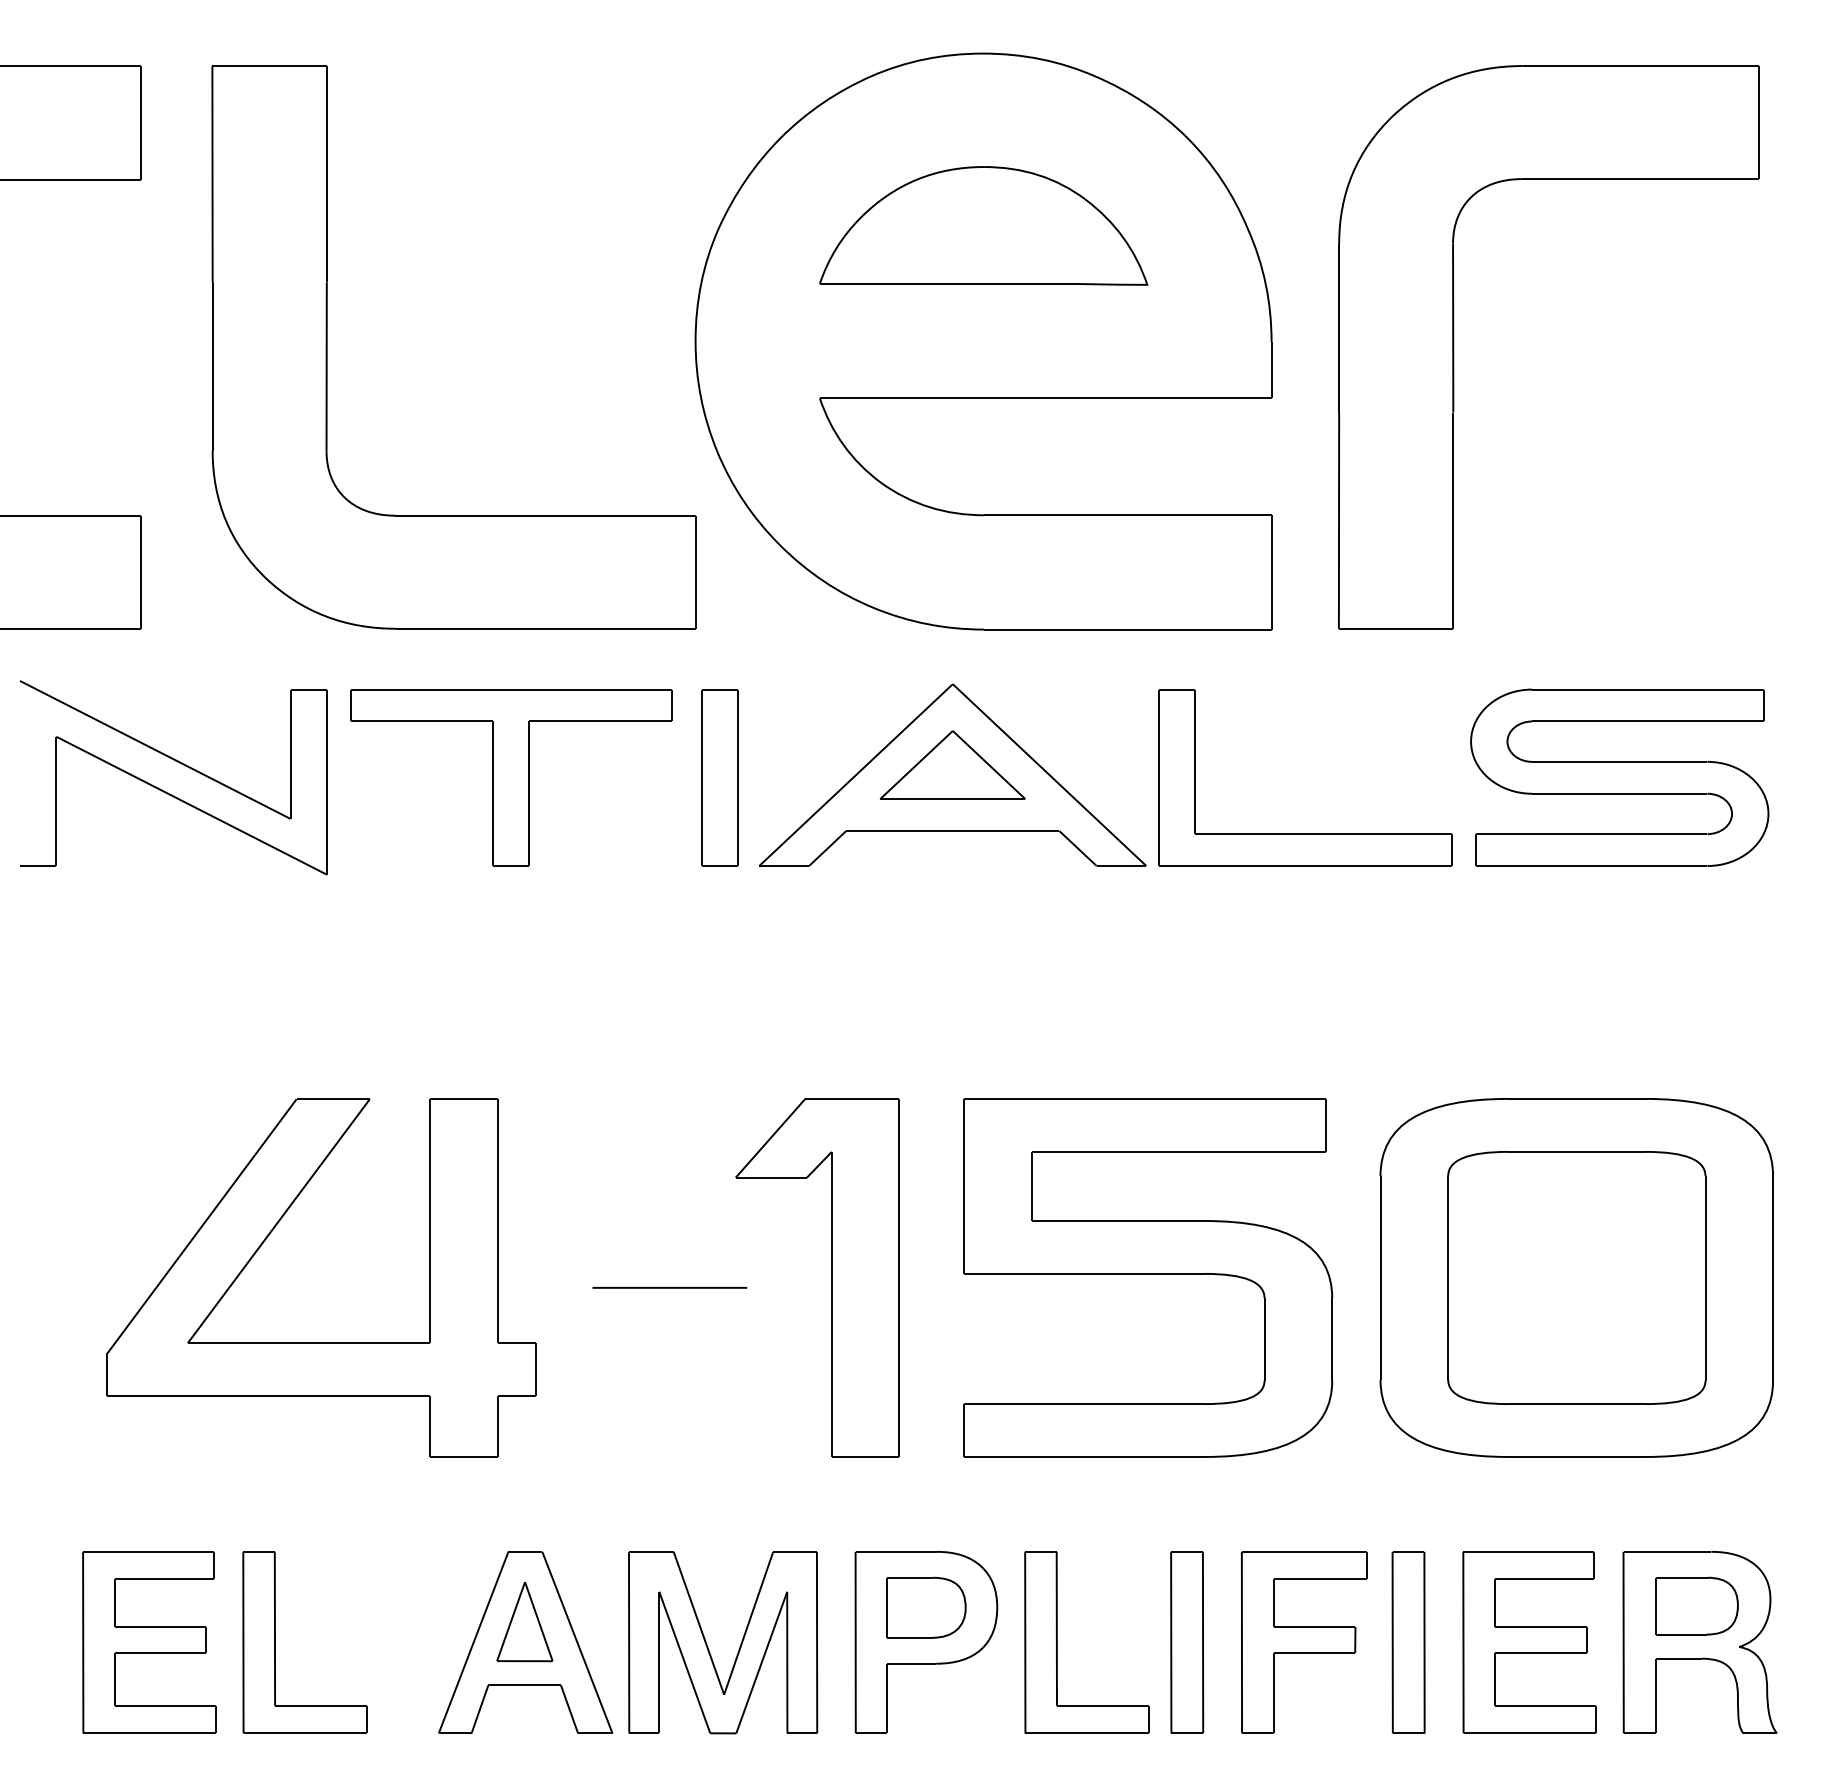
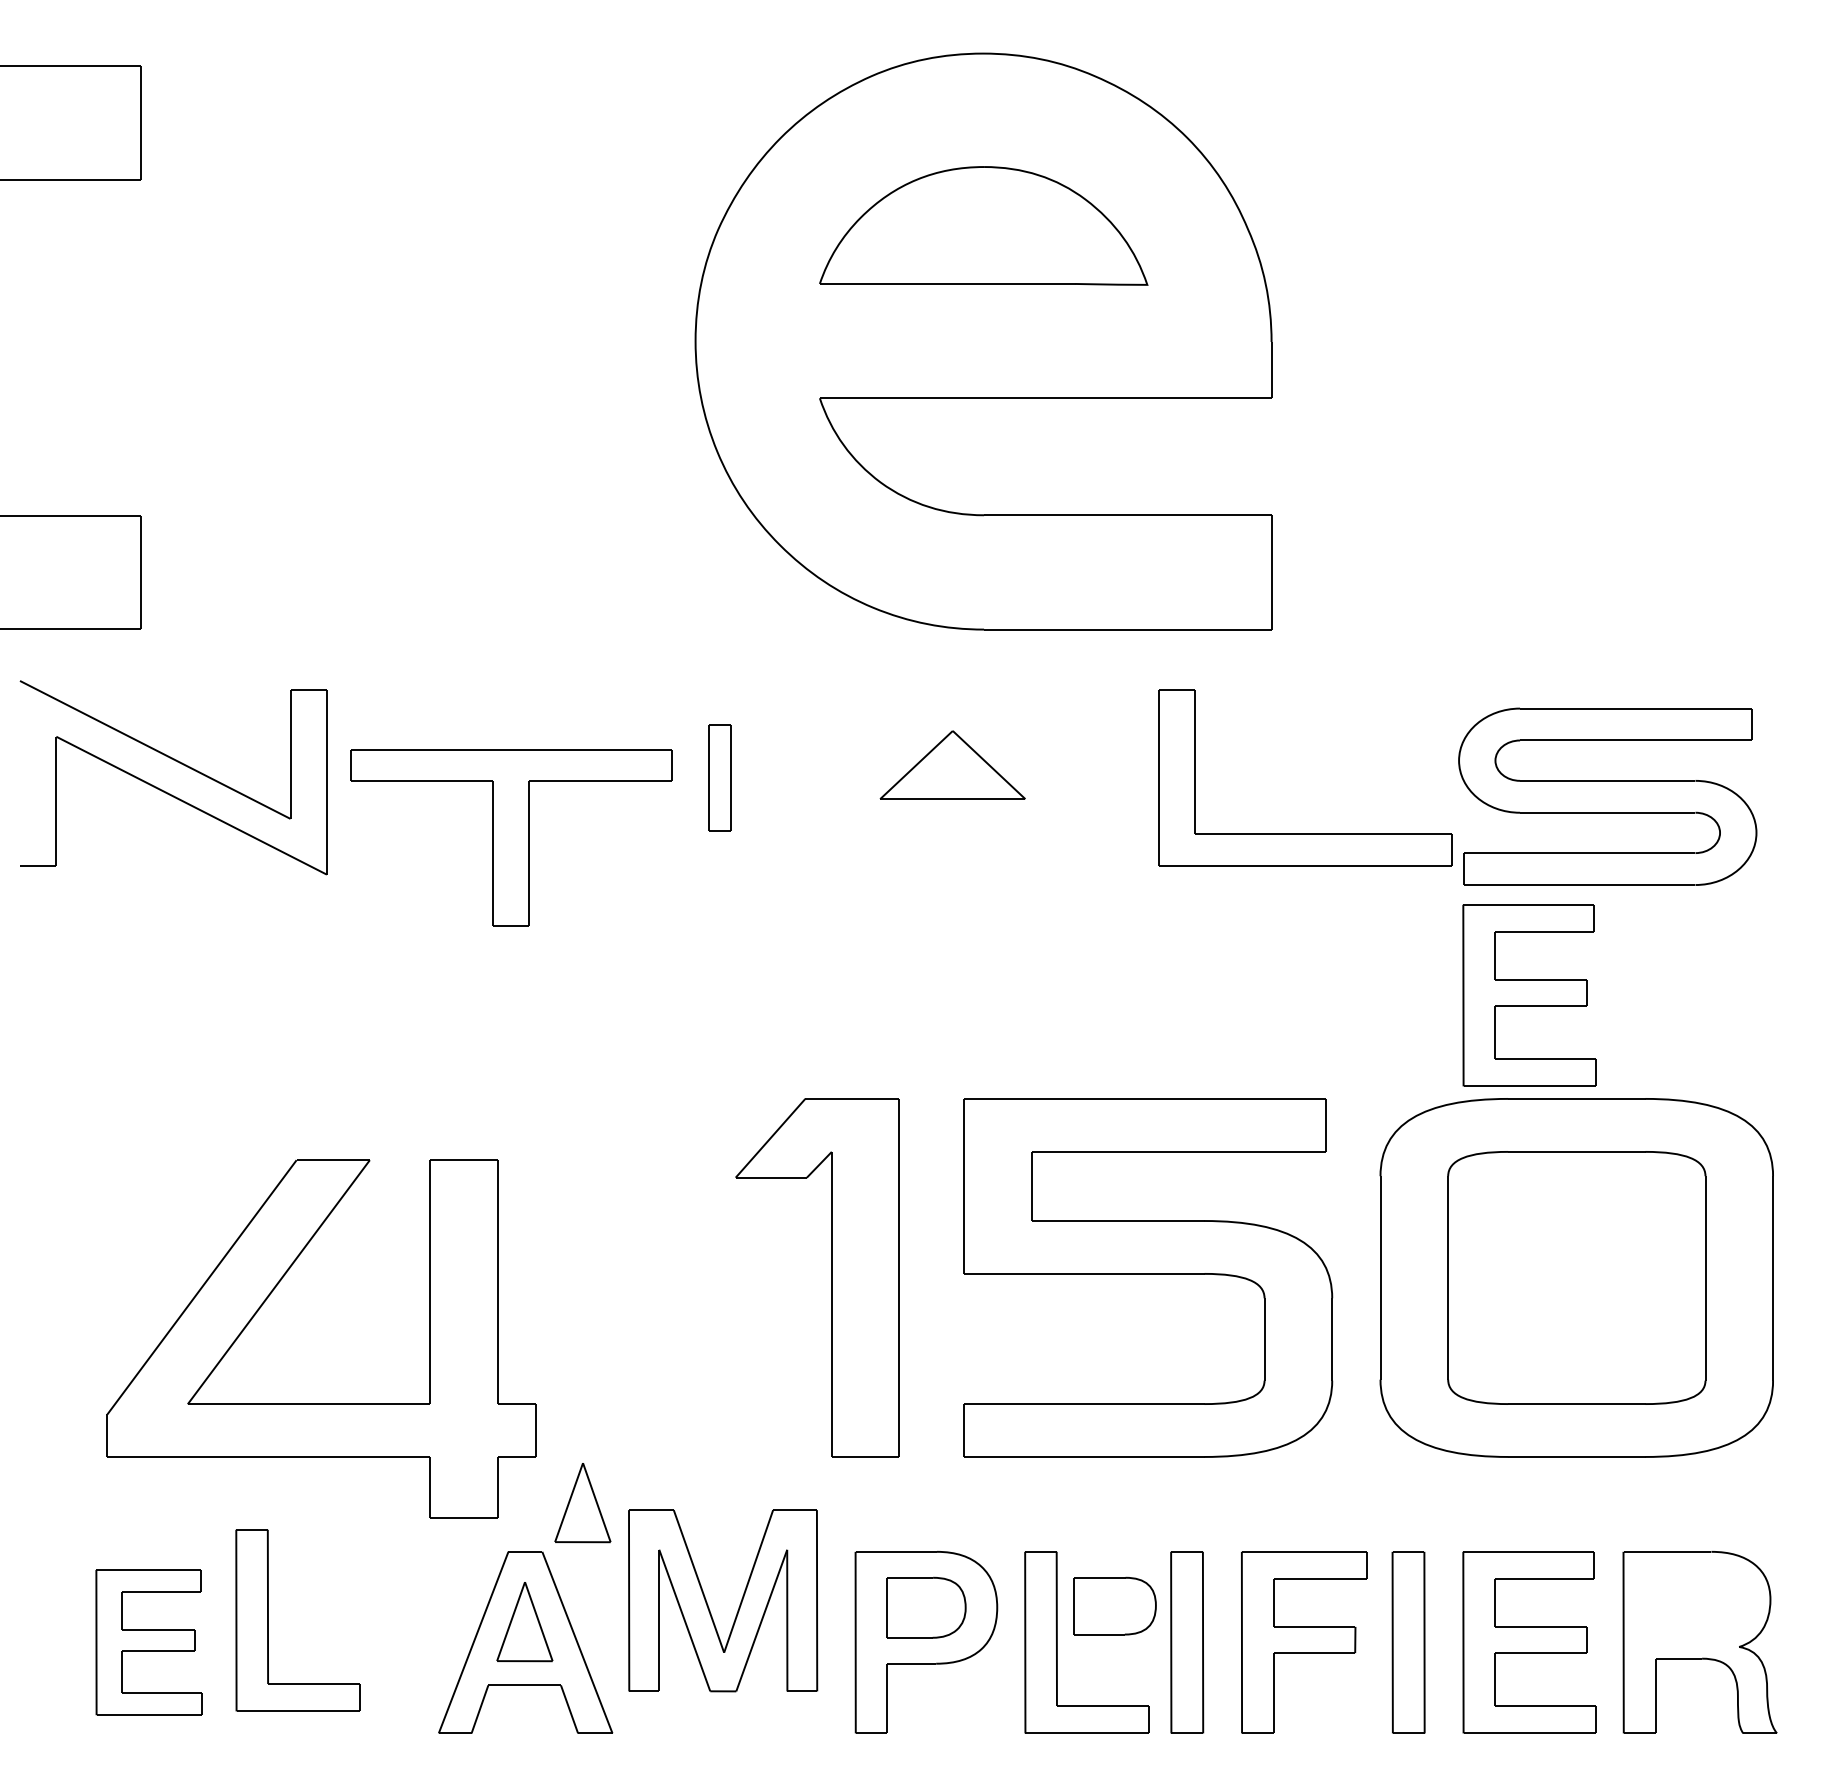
part at (327, 347): present -> none
part at (1454, 347): present -> none
part at (952, 774): present -> none
part at (511, 777) position: (511, 777) -> (511, 837)
part at (719, 777) size: 38x178 px -> 24x108 px
part at (1619, 777) position: (1619, 777) -> (1607, 796)
part at (1529, 995): none -> present
line at (669, 1287): present -> none
part at (321, 1342) position: (321, 1342) -> (321, 1403)
part at (582, 1503): none -> present
part at (1696, 1605) position: (1696, 1605) -> (1114, 1605)
part at (149, 1642) size: 135x183 px -> 108x147 px
part at (275, 1642) position: (275, 1642) -> (268, 1620)
part at (708, 1646) position: (708, 1646) -> (708, 1604)
